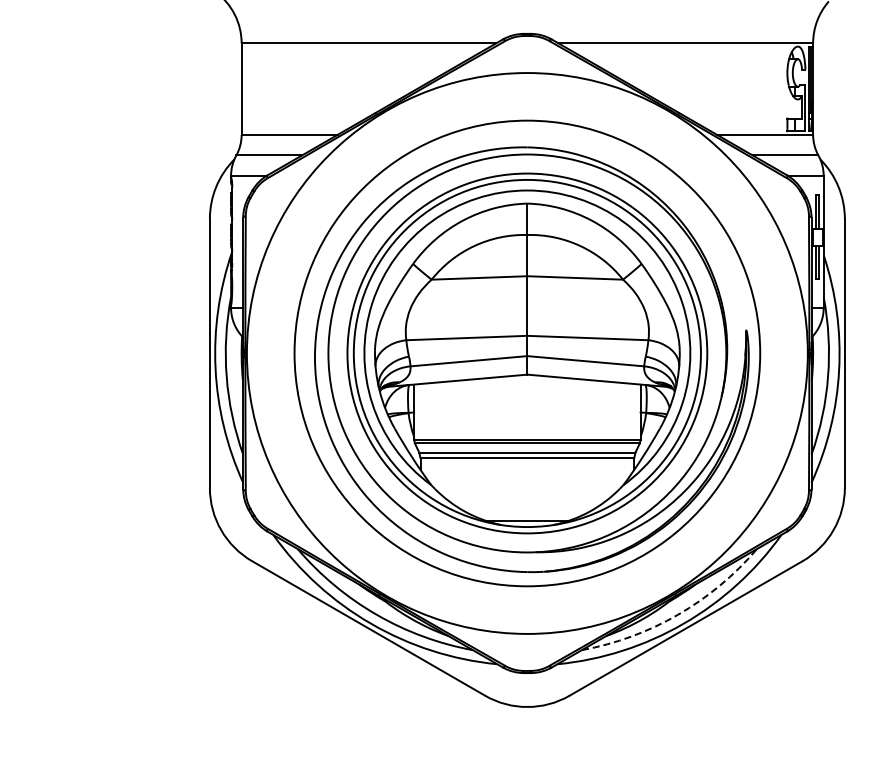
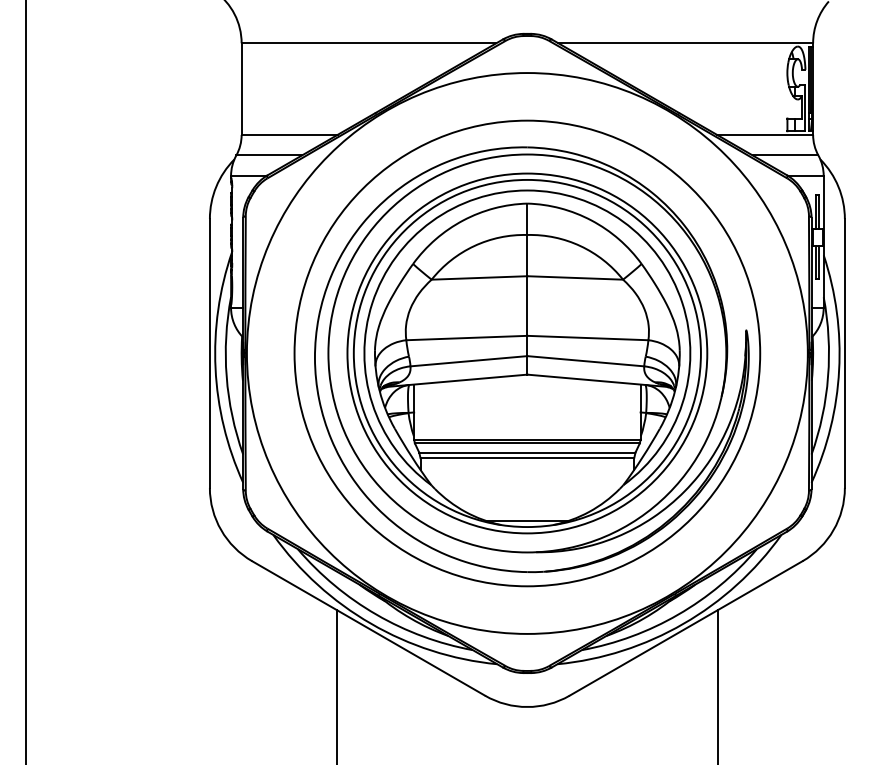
line at (26, 381): none -> present
arc at (678, 614): dashed -> solid
line at (336, 685): none -> present
line at (717, 685): none -> present
